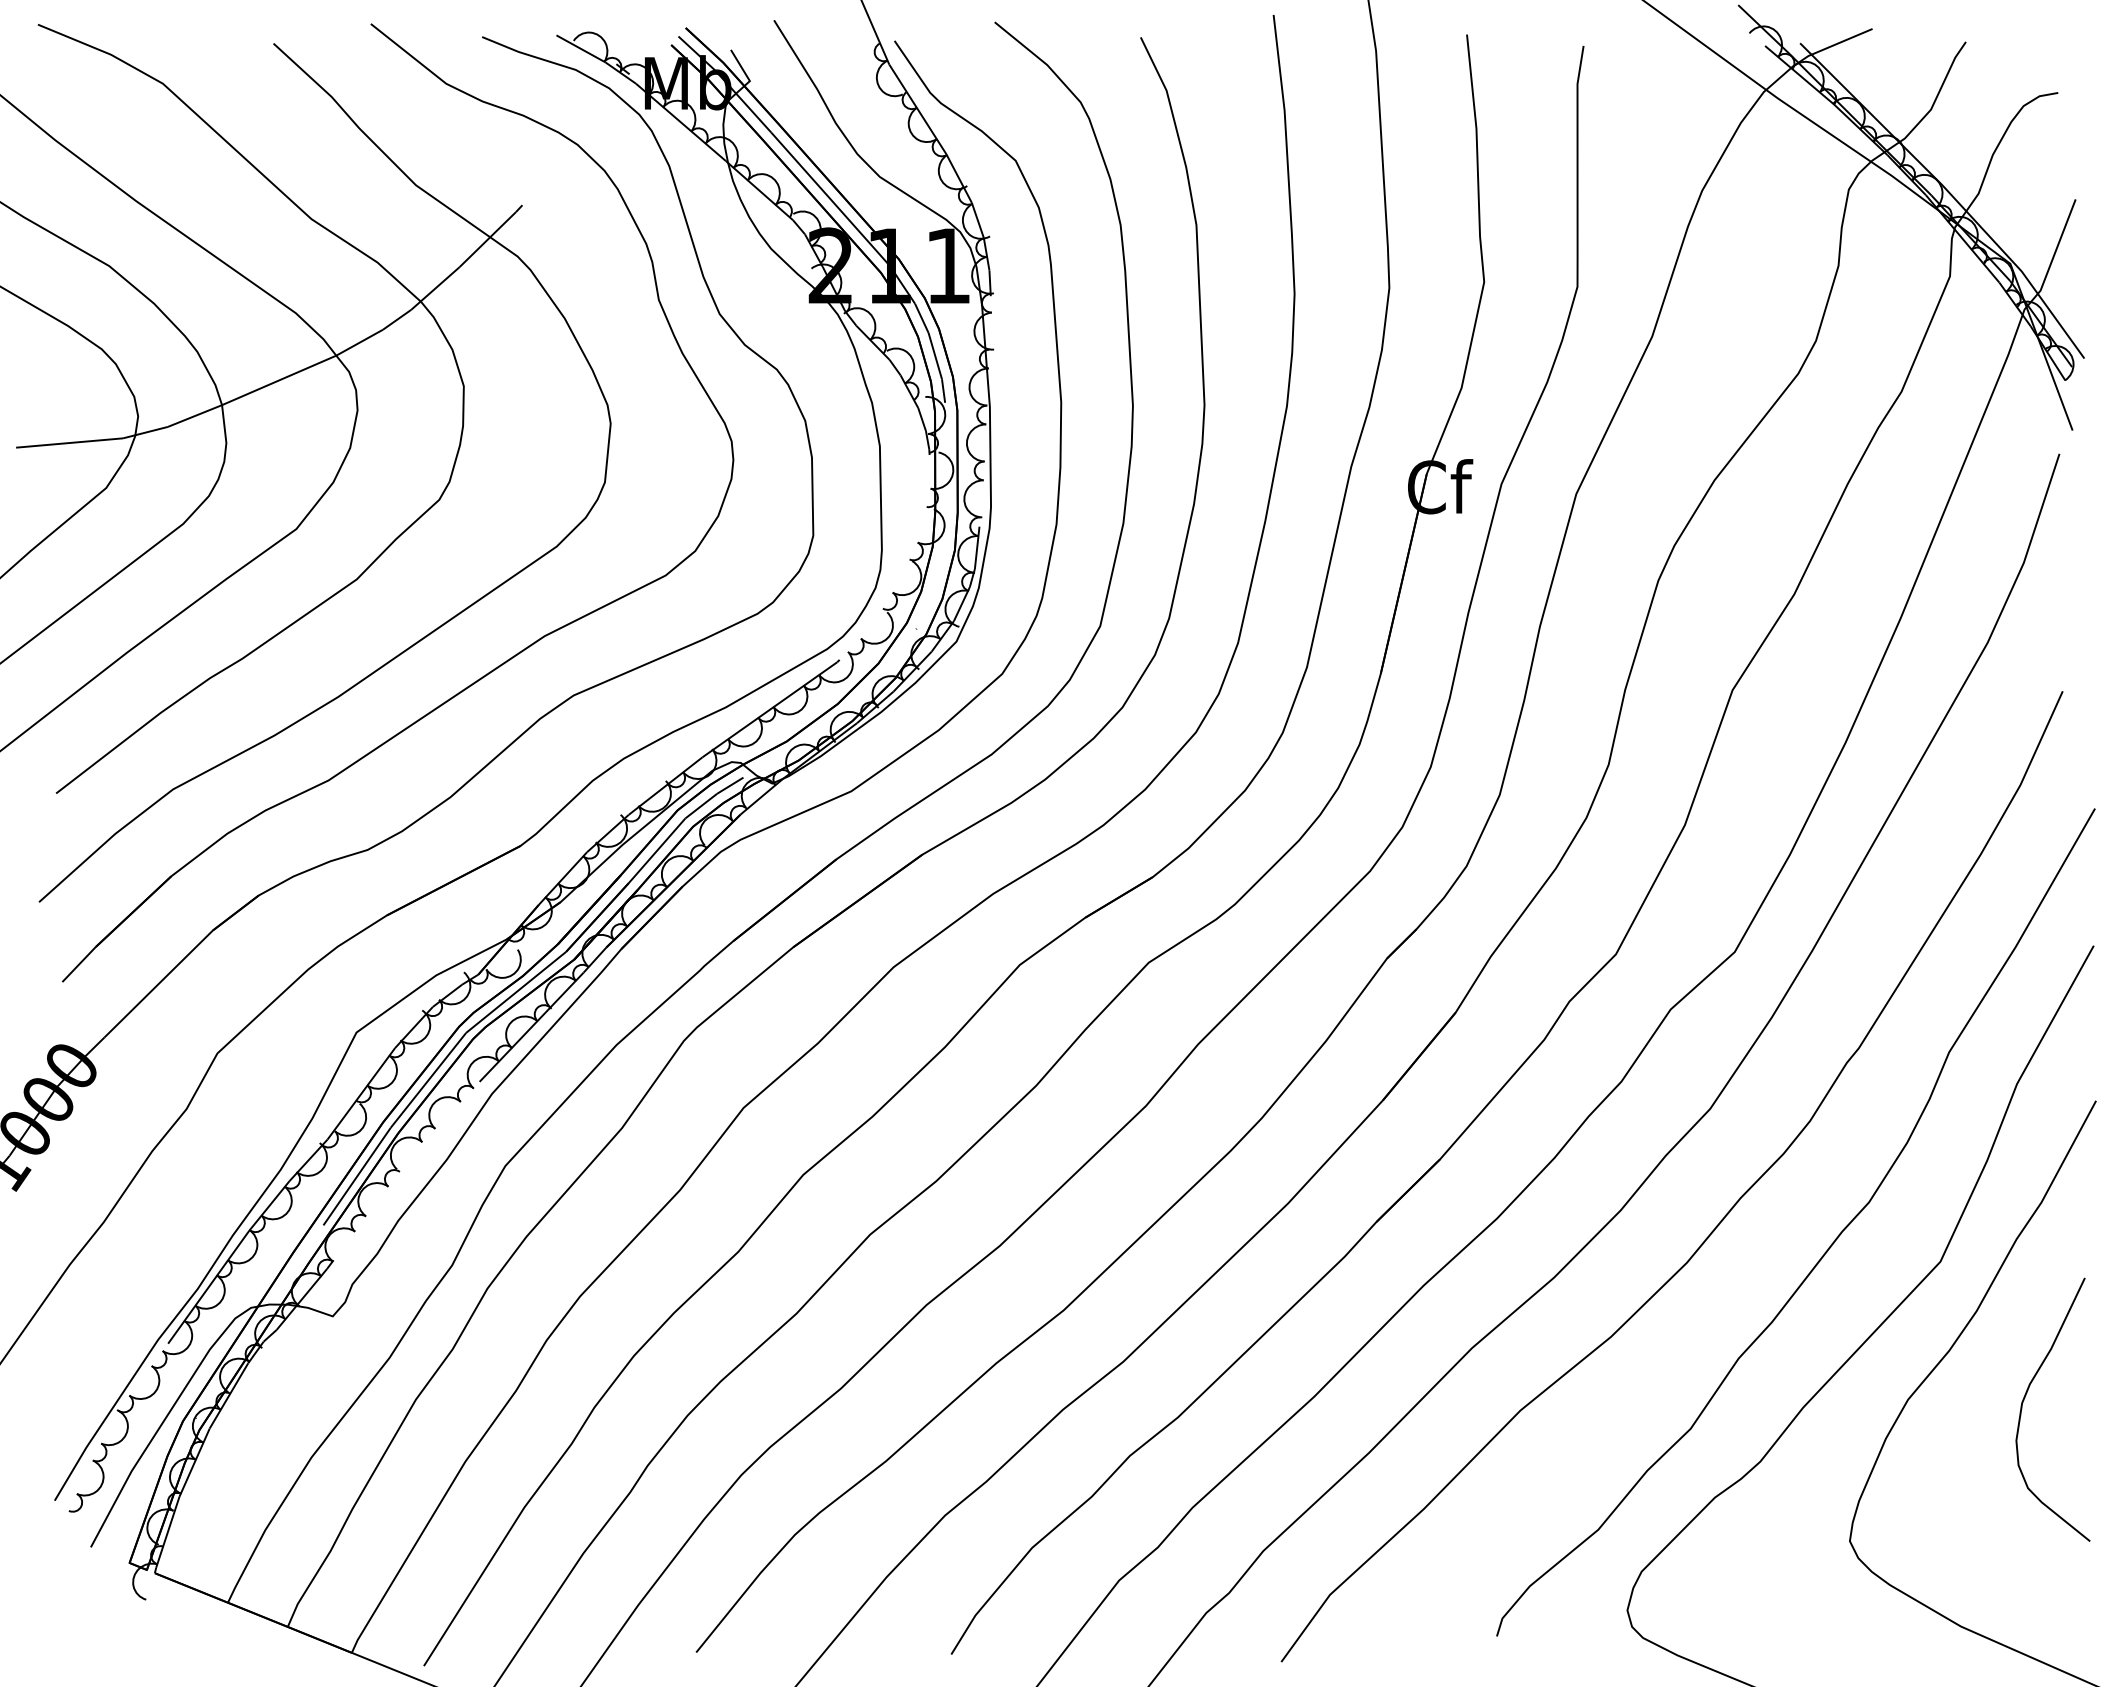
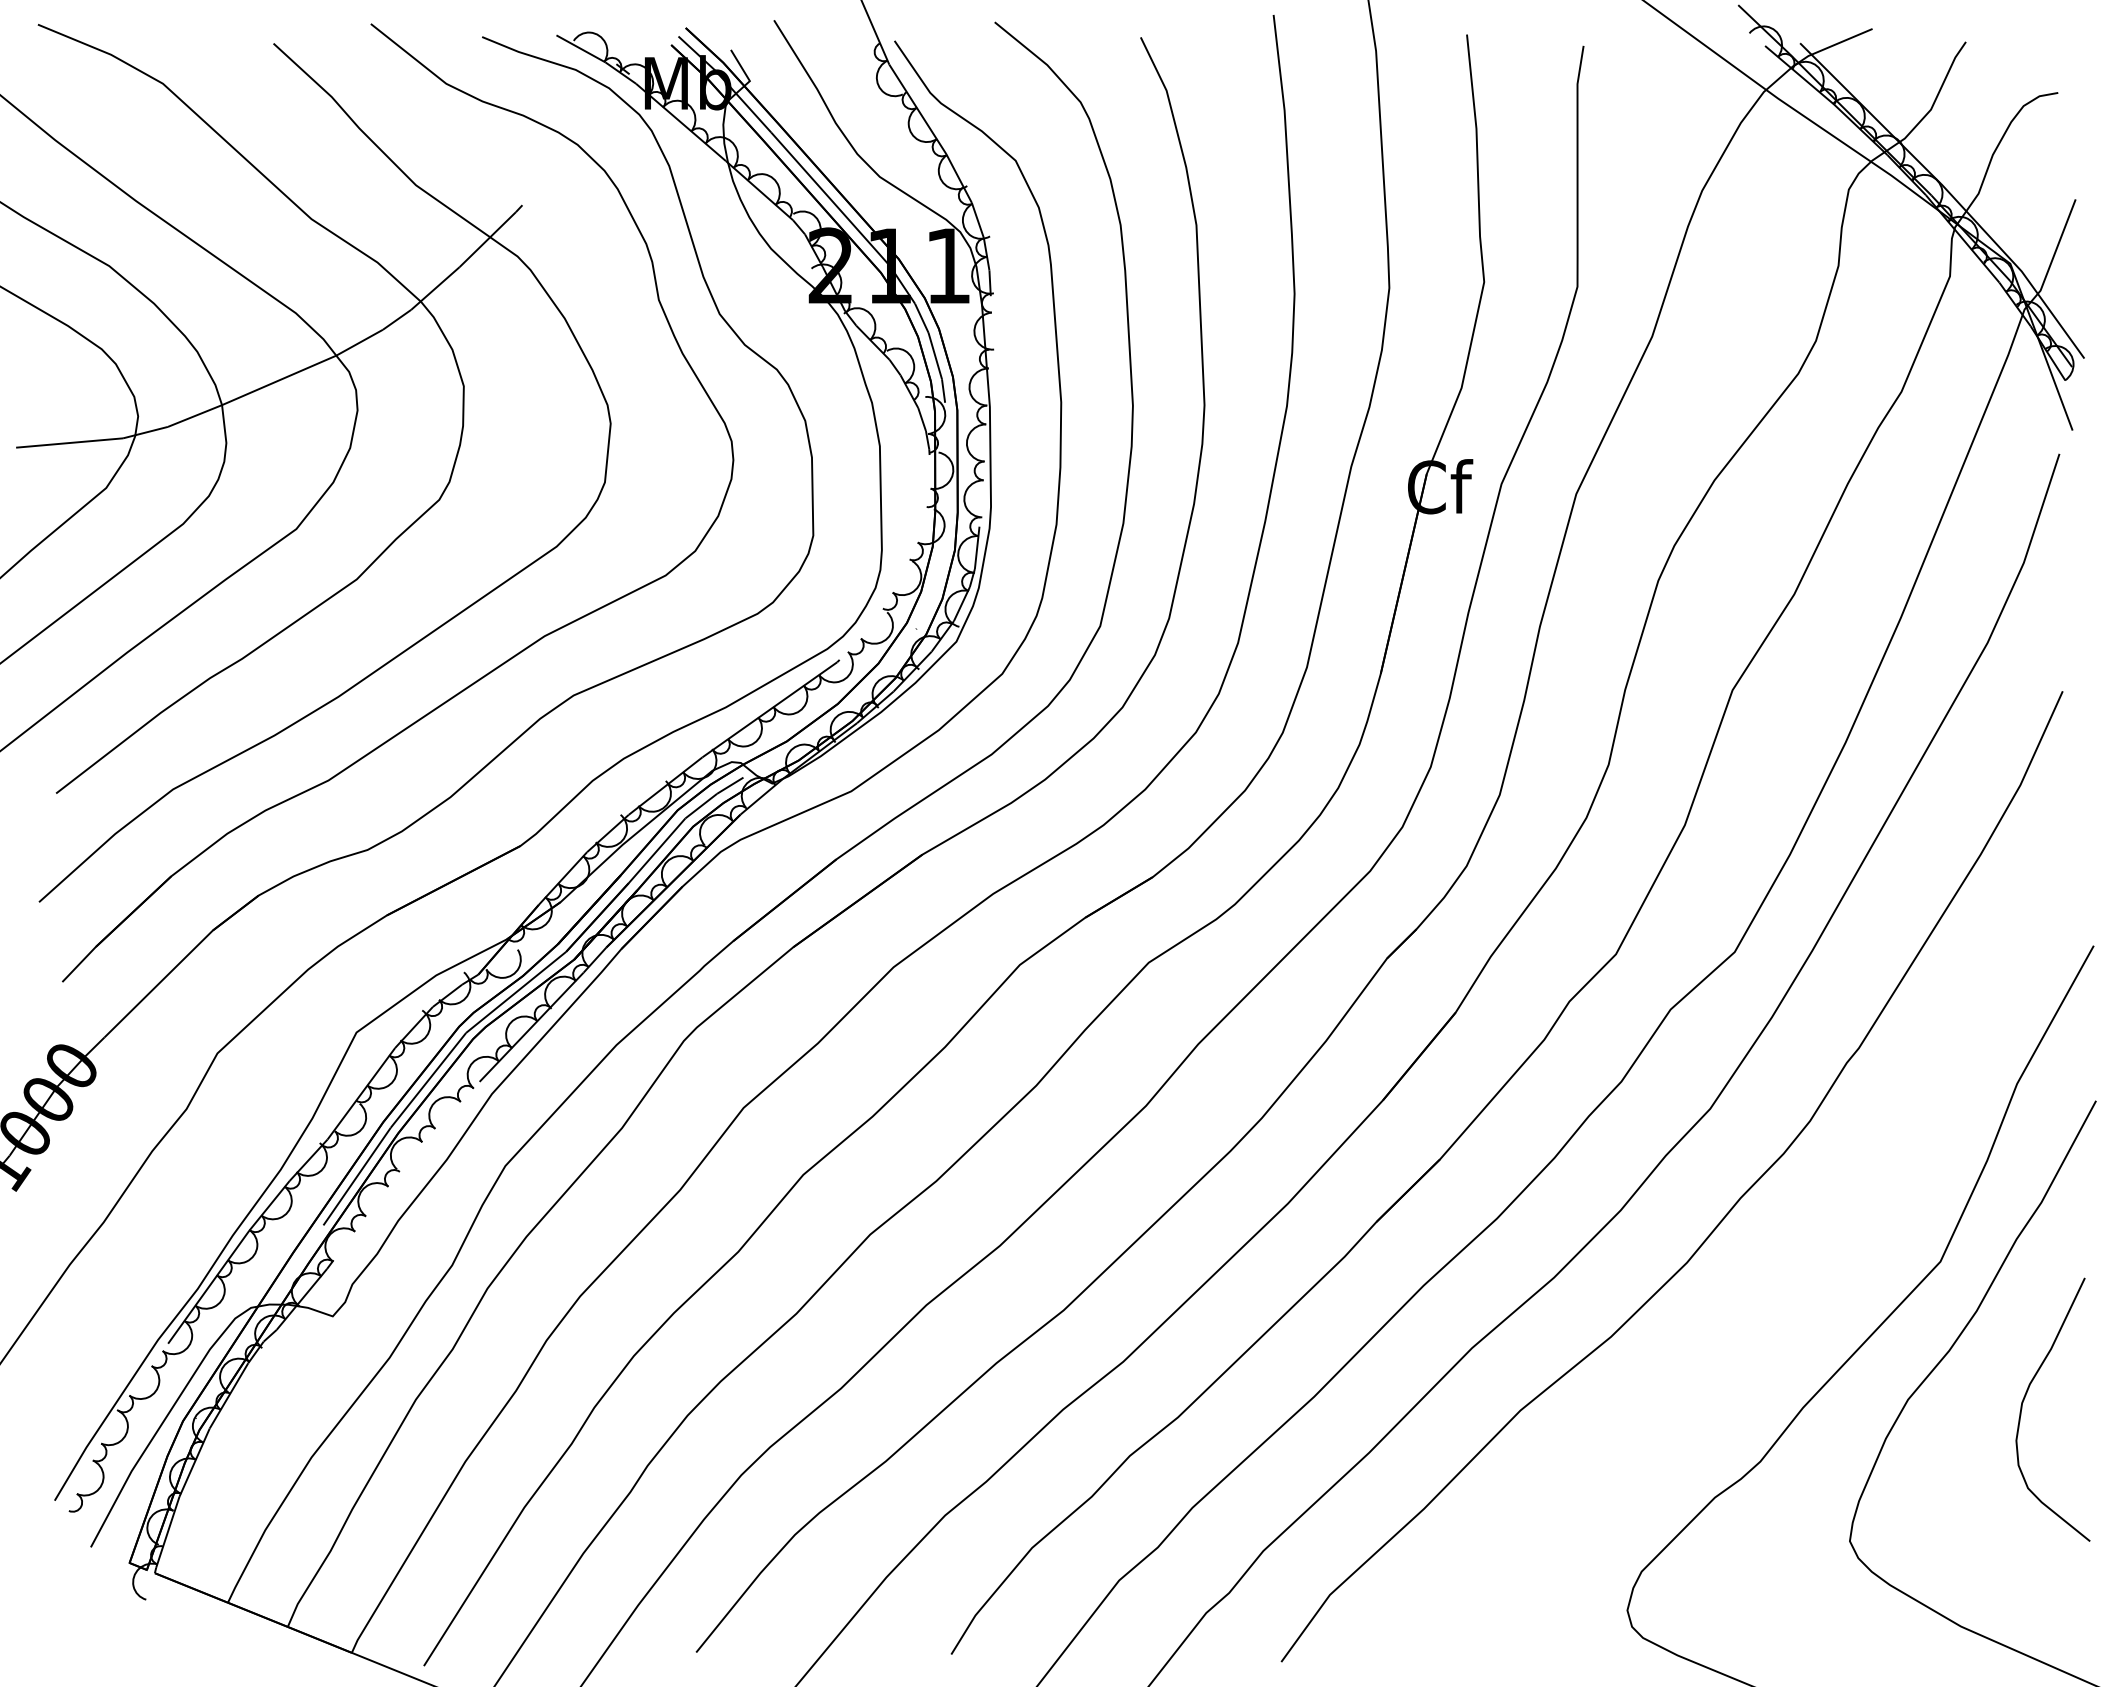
curve at (1827, 1248): present -> none
